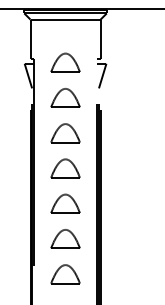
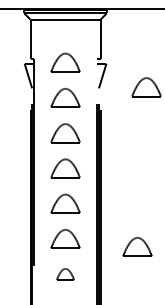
part at (146, 87): none -> present
part at (137, 246): none -> present
part at (65, 274) size: 31x21 px -> 19x13 px
